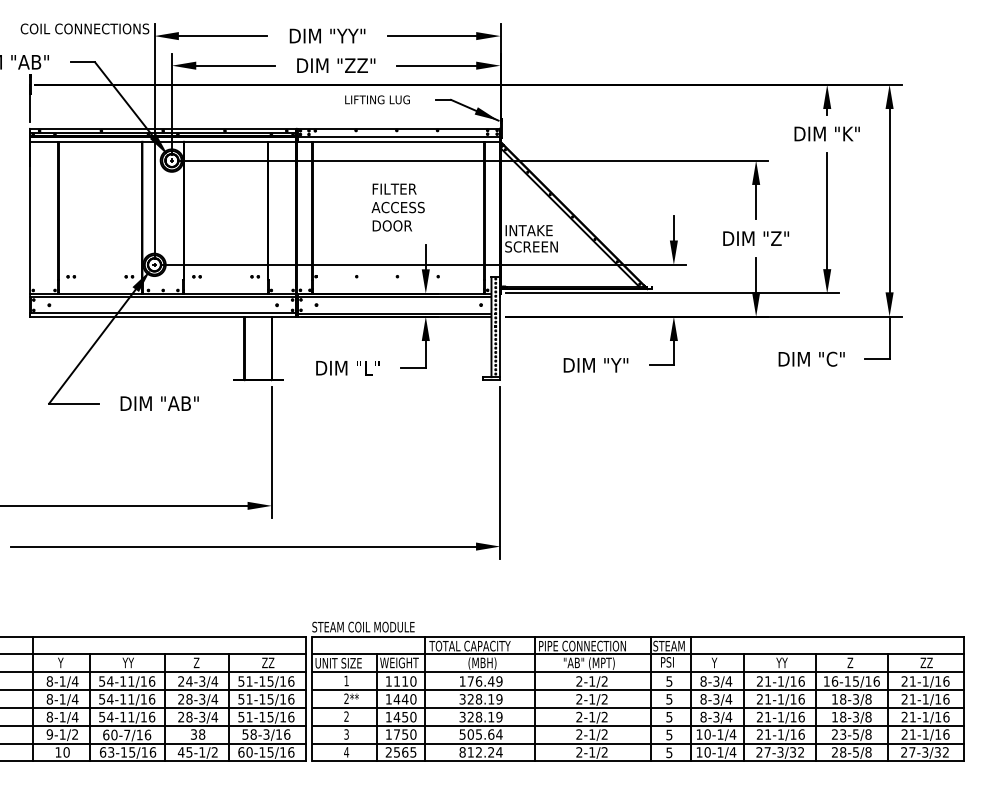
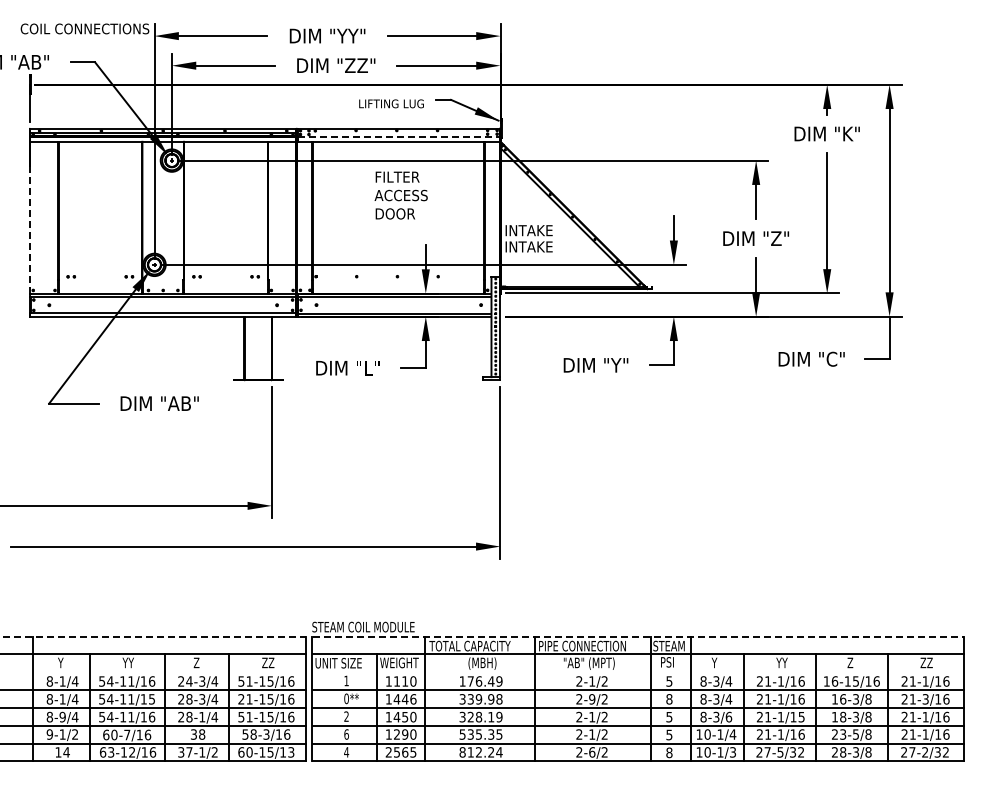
text at (377, 99) position: (377, 99) -> (391, 103)
line at (399, 136): solid -> dashed
text at (397, 207) position: (397, 207) -> (400, 195)
line at (30, 229): solid -> dashed
text at (531, 246): SCREEN -> INTAKE
line at (153, 637): solid -> dashed
line at (638, 637): solid -> dashed
line at (153, 672): present -> none
line at (638, 672): present -> none
text at (346, 698): 2** -> 0**
text at (152, 699): 54-11/16 -> 54-11/15
text at (241, 699): 51-15/16 -> 21-15/16
text at (413, 699): 1440 -> 1446
text at (484, 699): 328.19 -> 339.98
text at (592, 699): 2-1/2 -> 2-9/2
text at (669, 699): 5 -> 8
text at (843, 699): 18-3/8 -> 16-3/8
text at (925, 699): 21-1/16 -> 21-3/16
text at (62, 716): 8-1/4 -> 8-9/4
text at (202, 716): 28-3/4 -> 28-1/4
text at (728, 716): 8-3/4 -> 8-3/6
text at (801, 716): 21-1/16 -> 21-1/15
text at (346, 734): 3 -> 6
text at (401, 734): 1750 -> 1290
text at (484, 734): 505.64 -> 535.35
text at (780, 751): 27-3/32 -> 27-5/32
text at (855, 751): 28-5/8 -> 28-3/8
text at (66, 752): 10 -> 14
text at (132, 752): 63-15/16 -> 63-12/16
text at (184, 752): 45-1/2 -> 37-1/2
text at (291, 752): 60-15/16 -> 60-15/13
text at (592, 752): 2-1/2 -> 2-6/2
text at (669, 752): 5 -> 8
text at (732, 752): 10-1/4 -> 10-1/3
text at (925, 752): 27-3/32 -> 27-2/32
